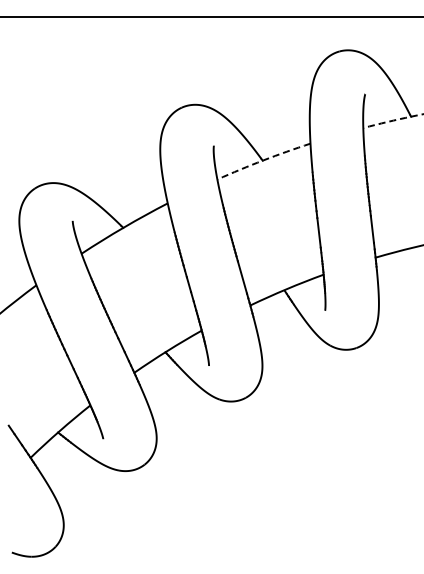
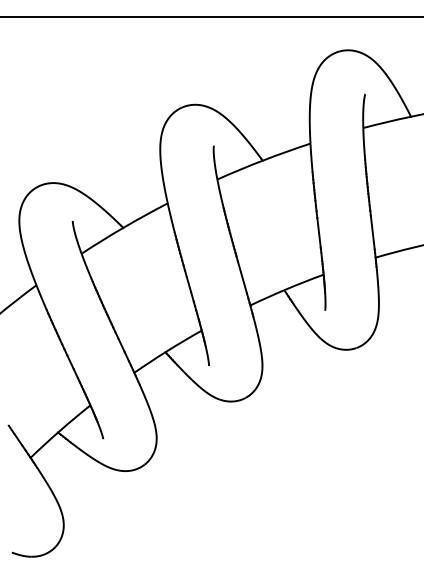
arc at (393, 120): dashed -> solid
arc at (263, 160): dashed -> solid
